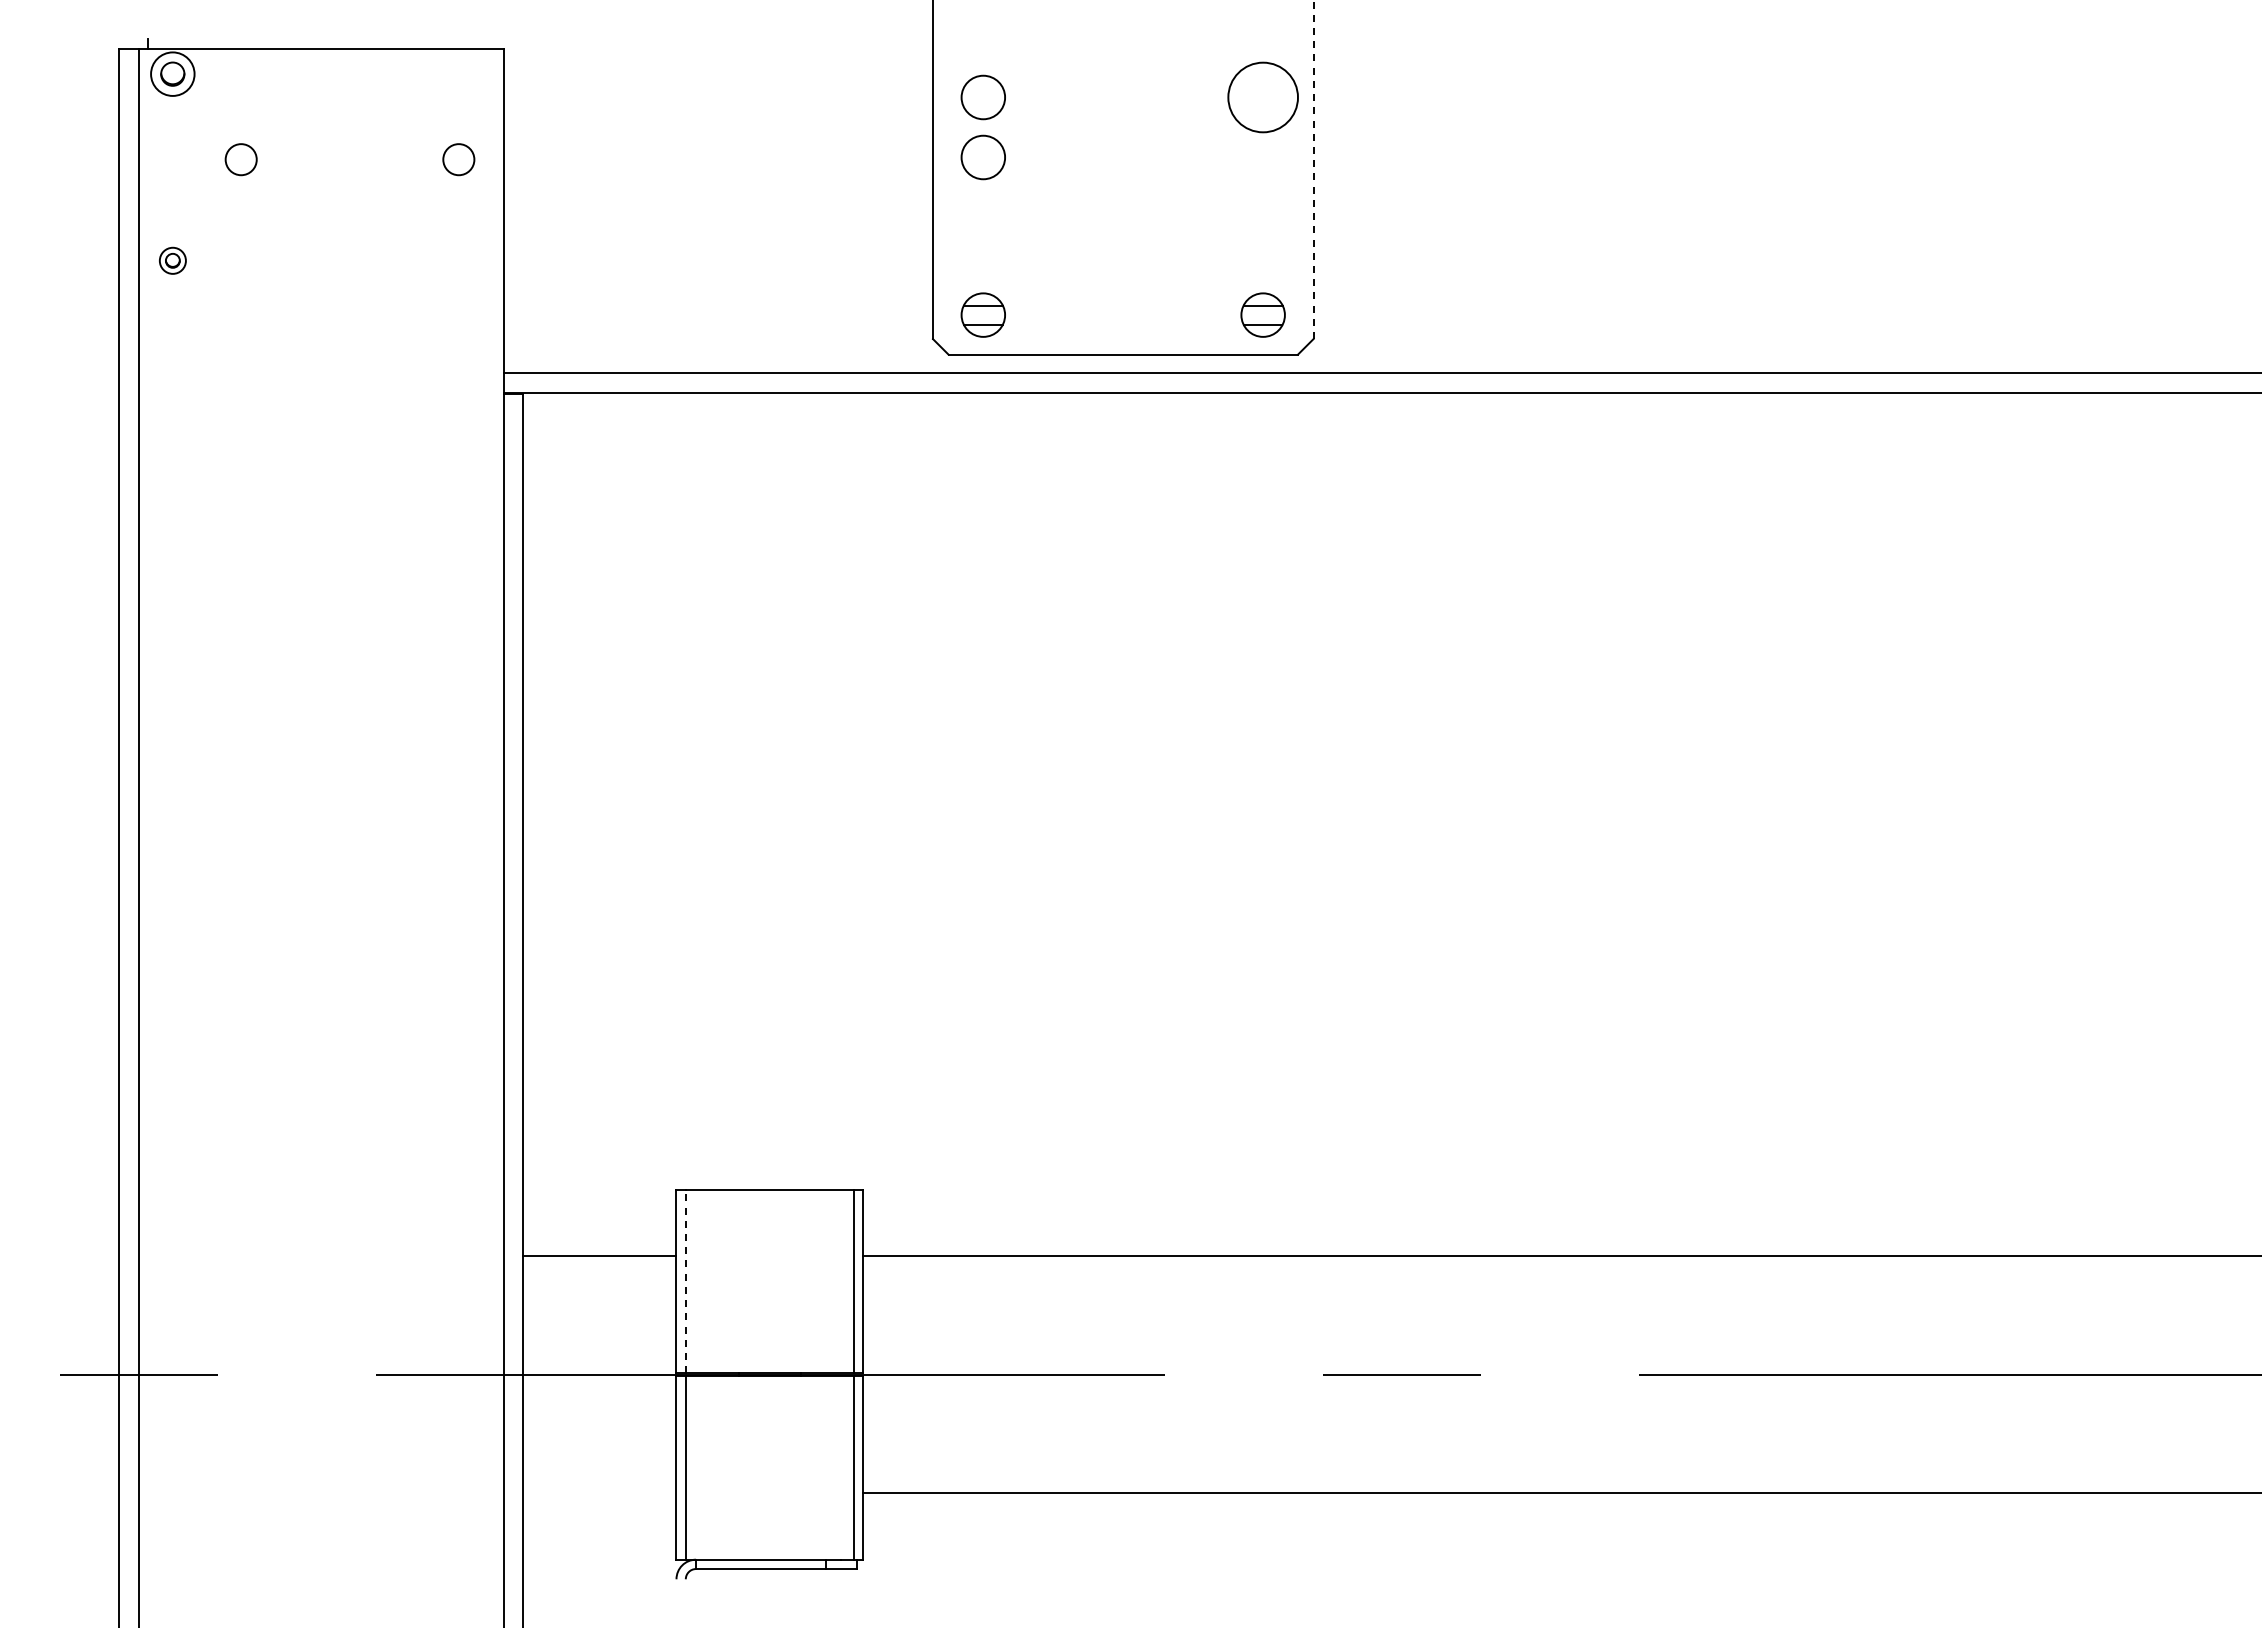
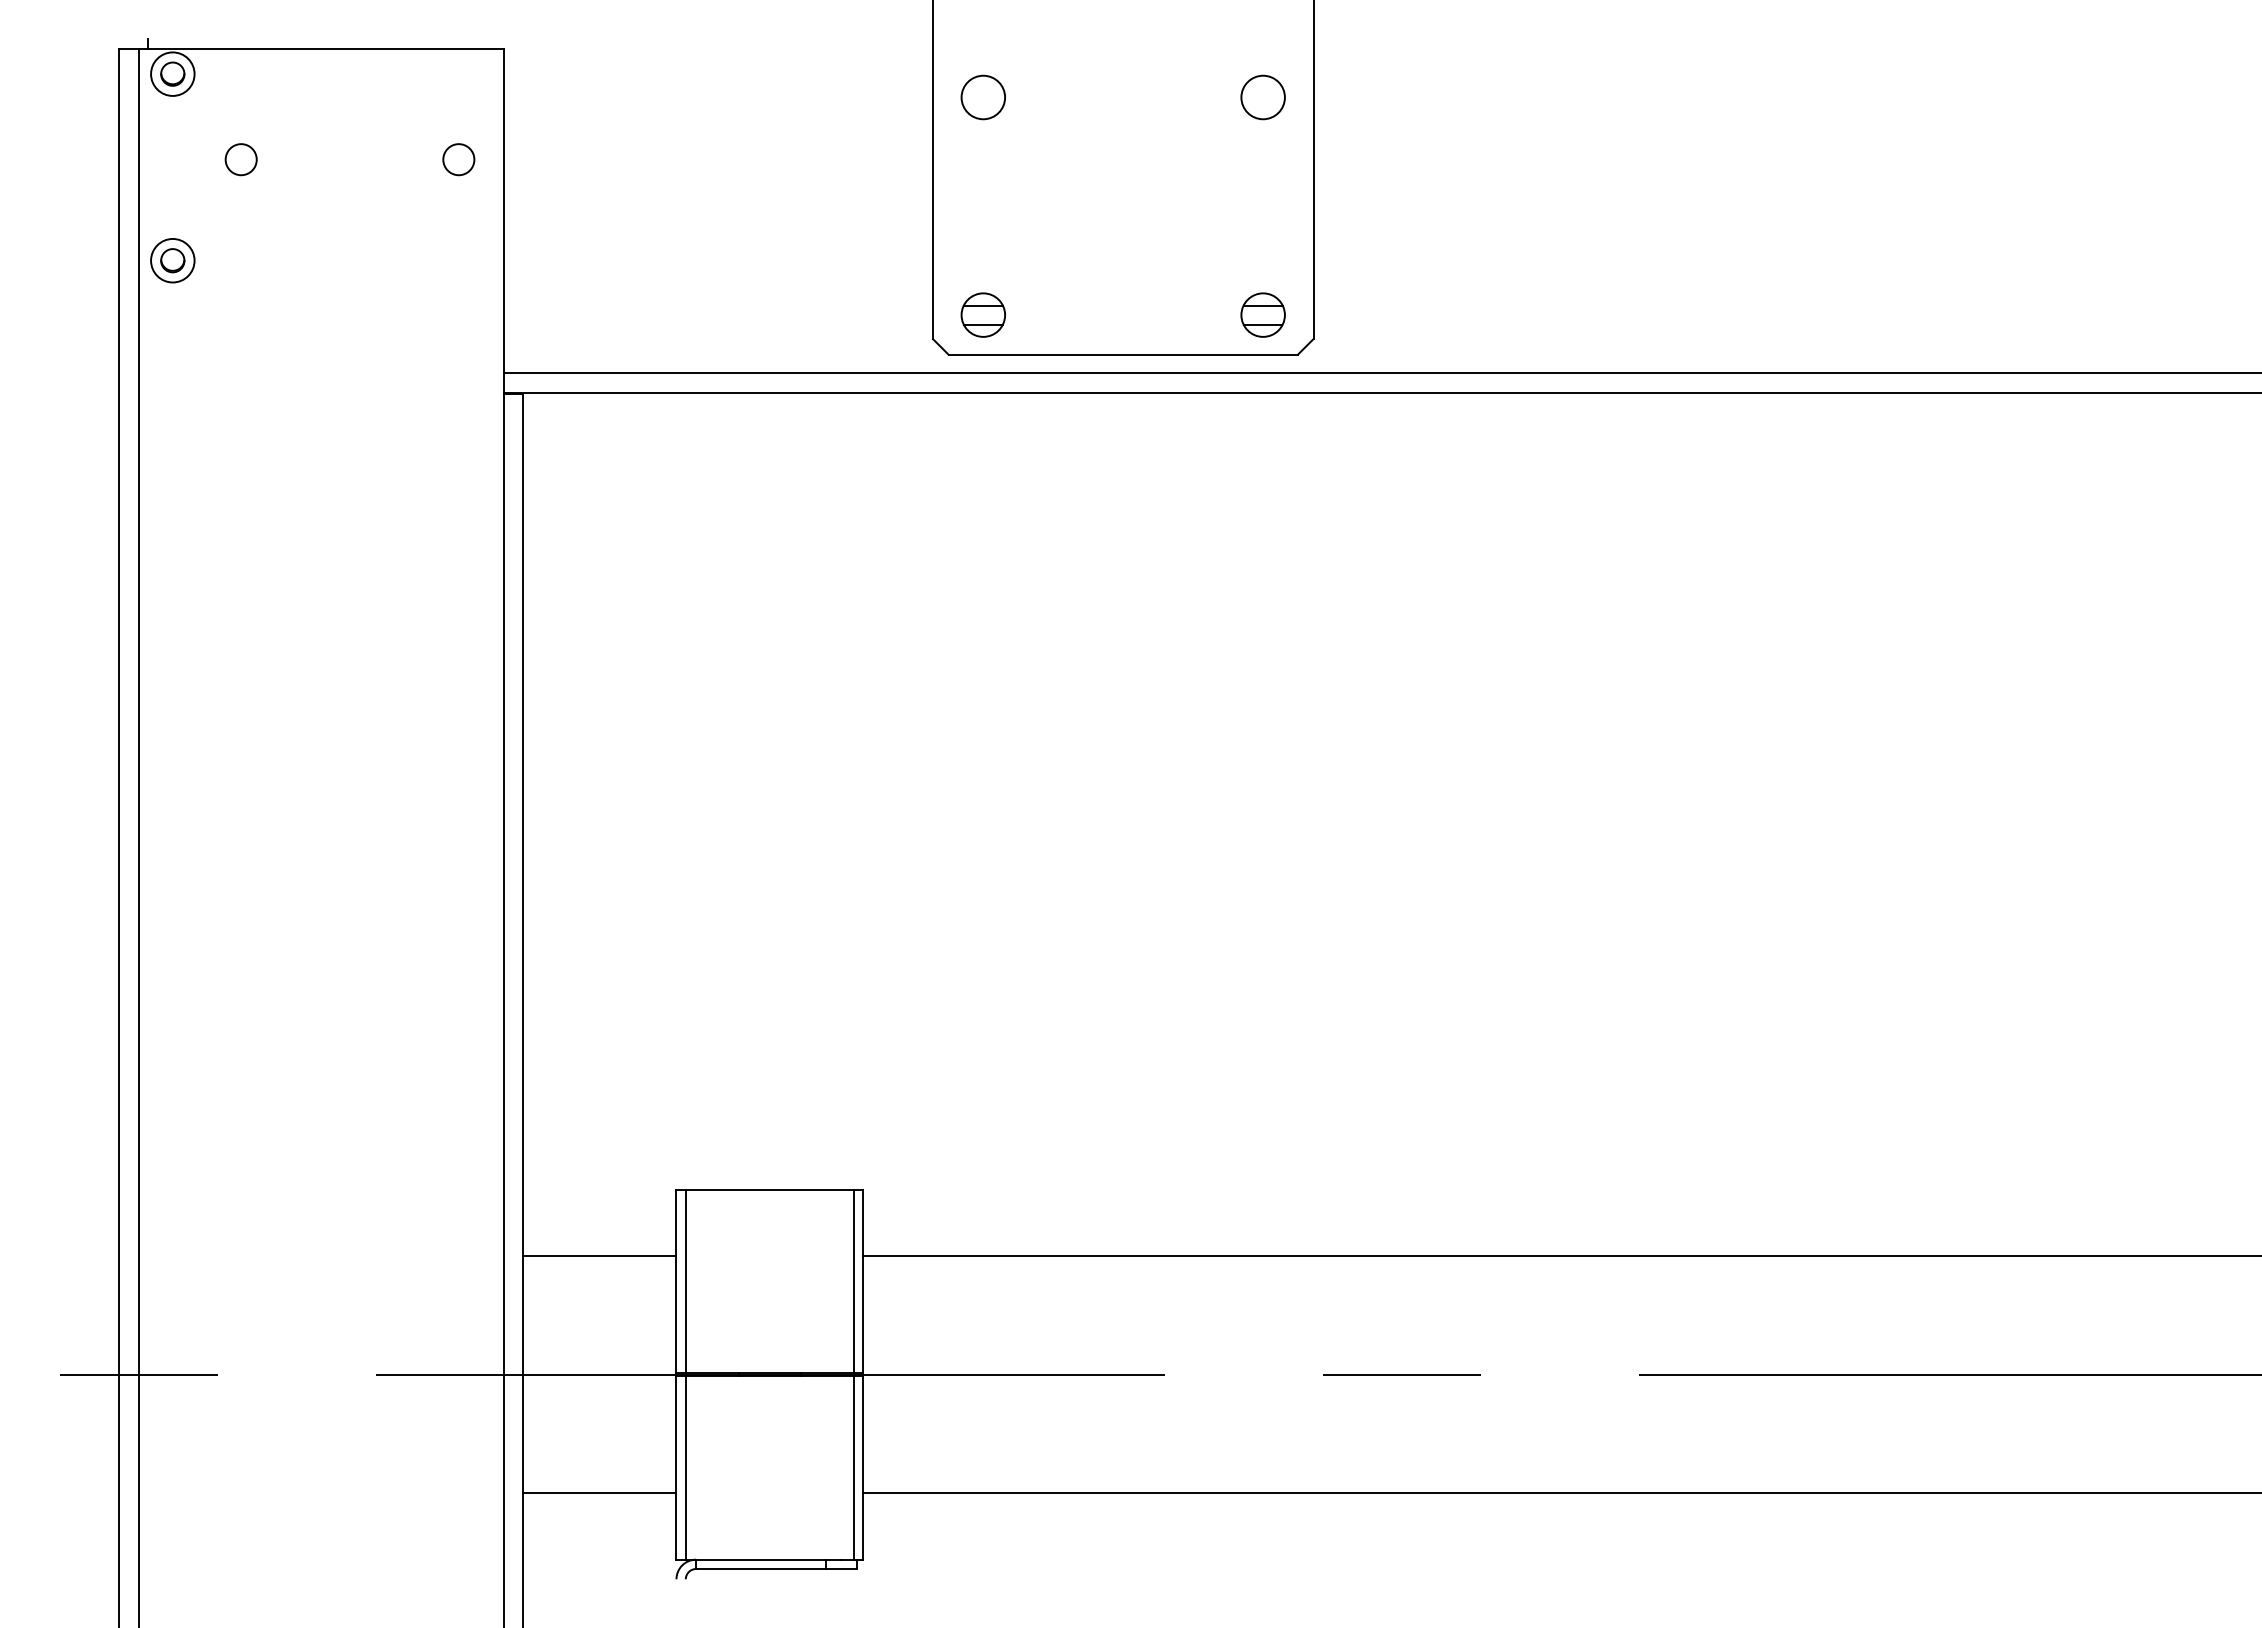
circle at (1262, 97) diameter: 70 px -> 44 px
circle at (982, 157): present -> none
line at (1313, 169): dashed -> solid
part at (172, 260) size: 28x29 px -> 46x46 px
line at (685, 1281): dashed -> solid
line at (599, 1493): none -> present
